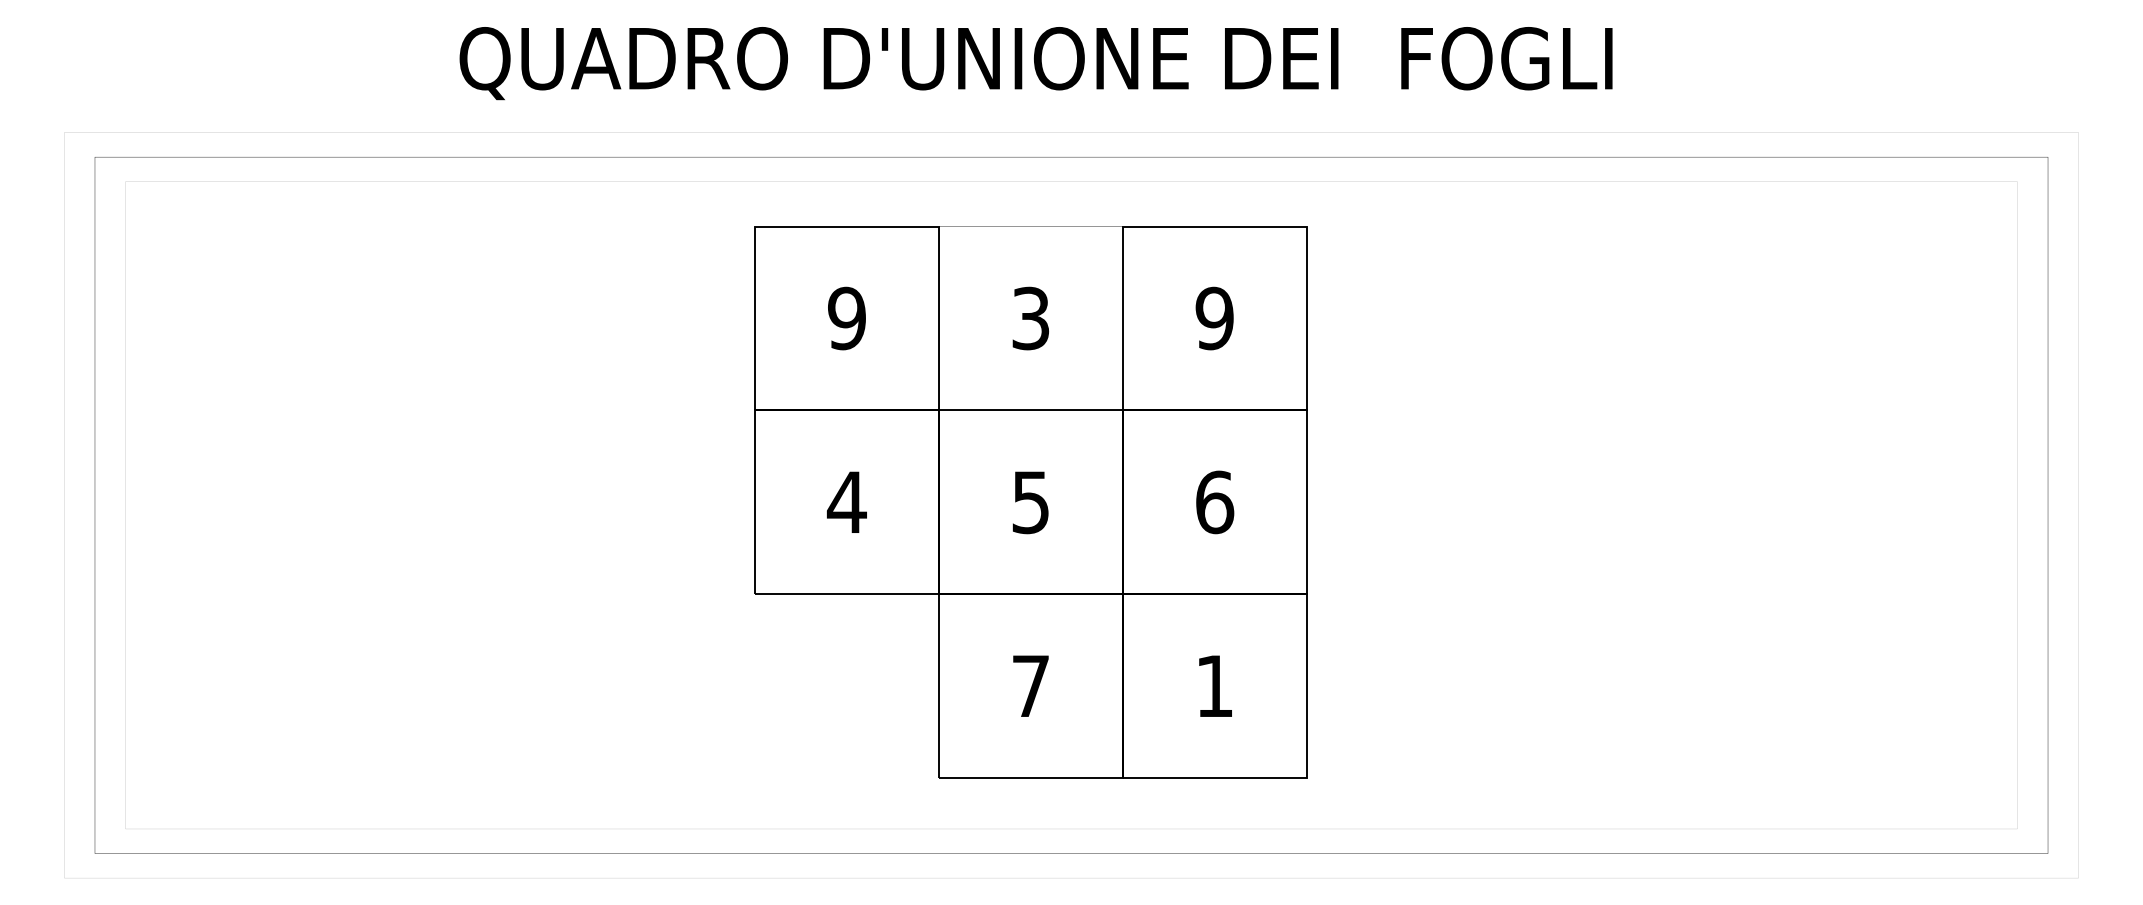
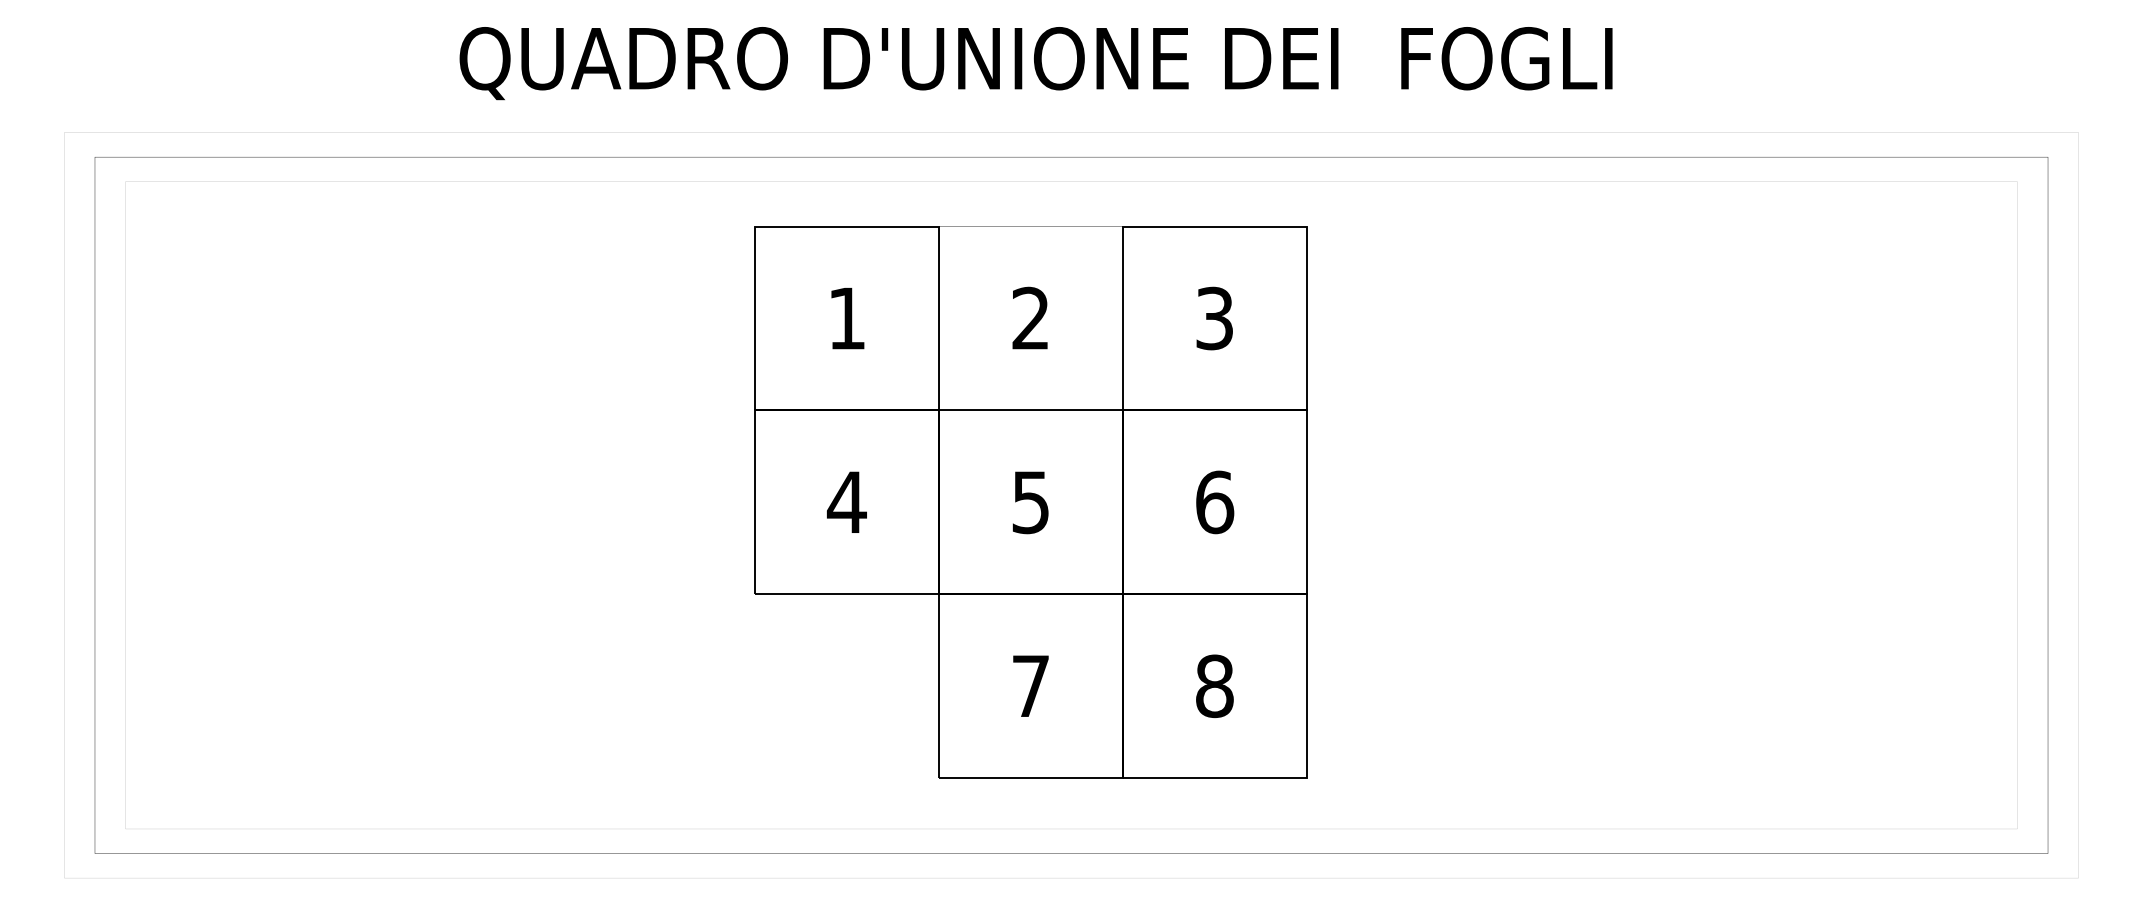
text at (846, 318): 9 -> 1
text at (1030, 318): 3 -> 2
text at (1214, 318): 9 -> 3
text at (1214, 686): 1 -> 8
